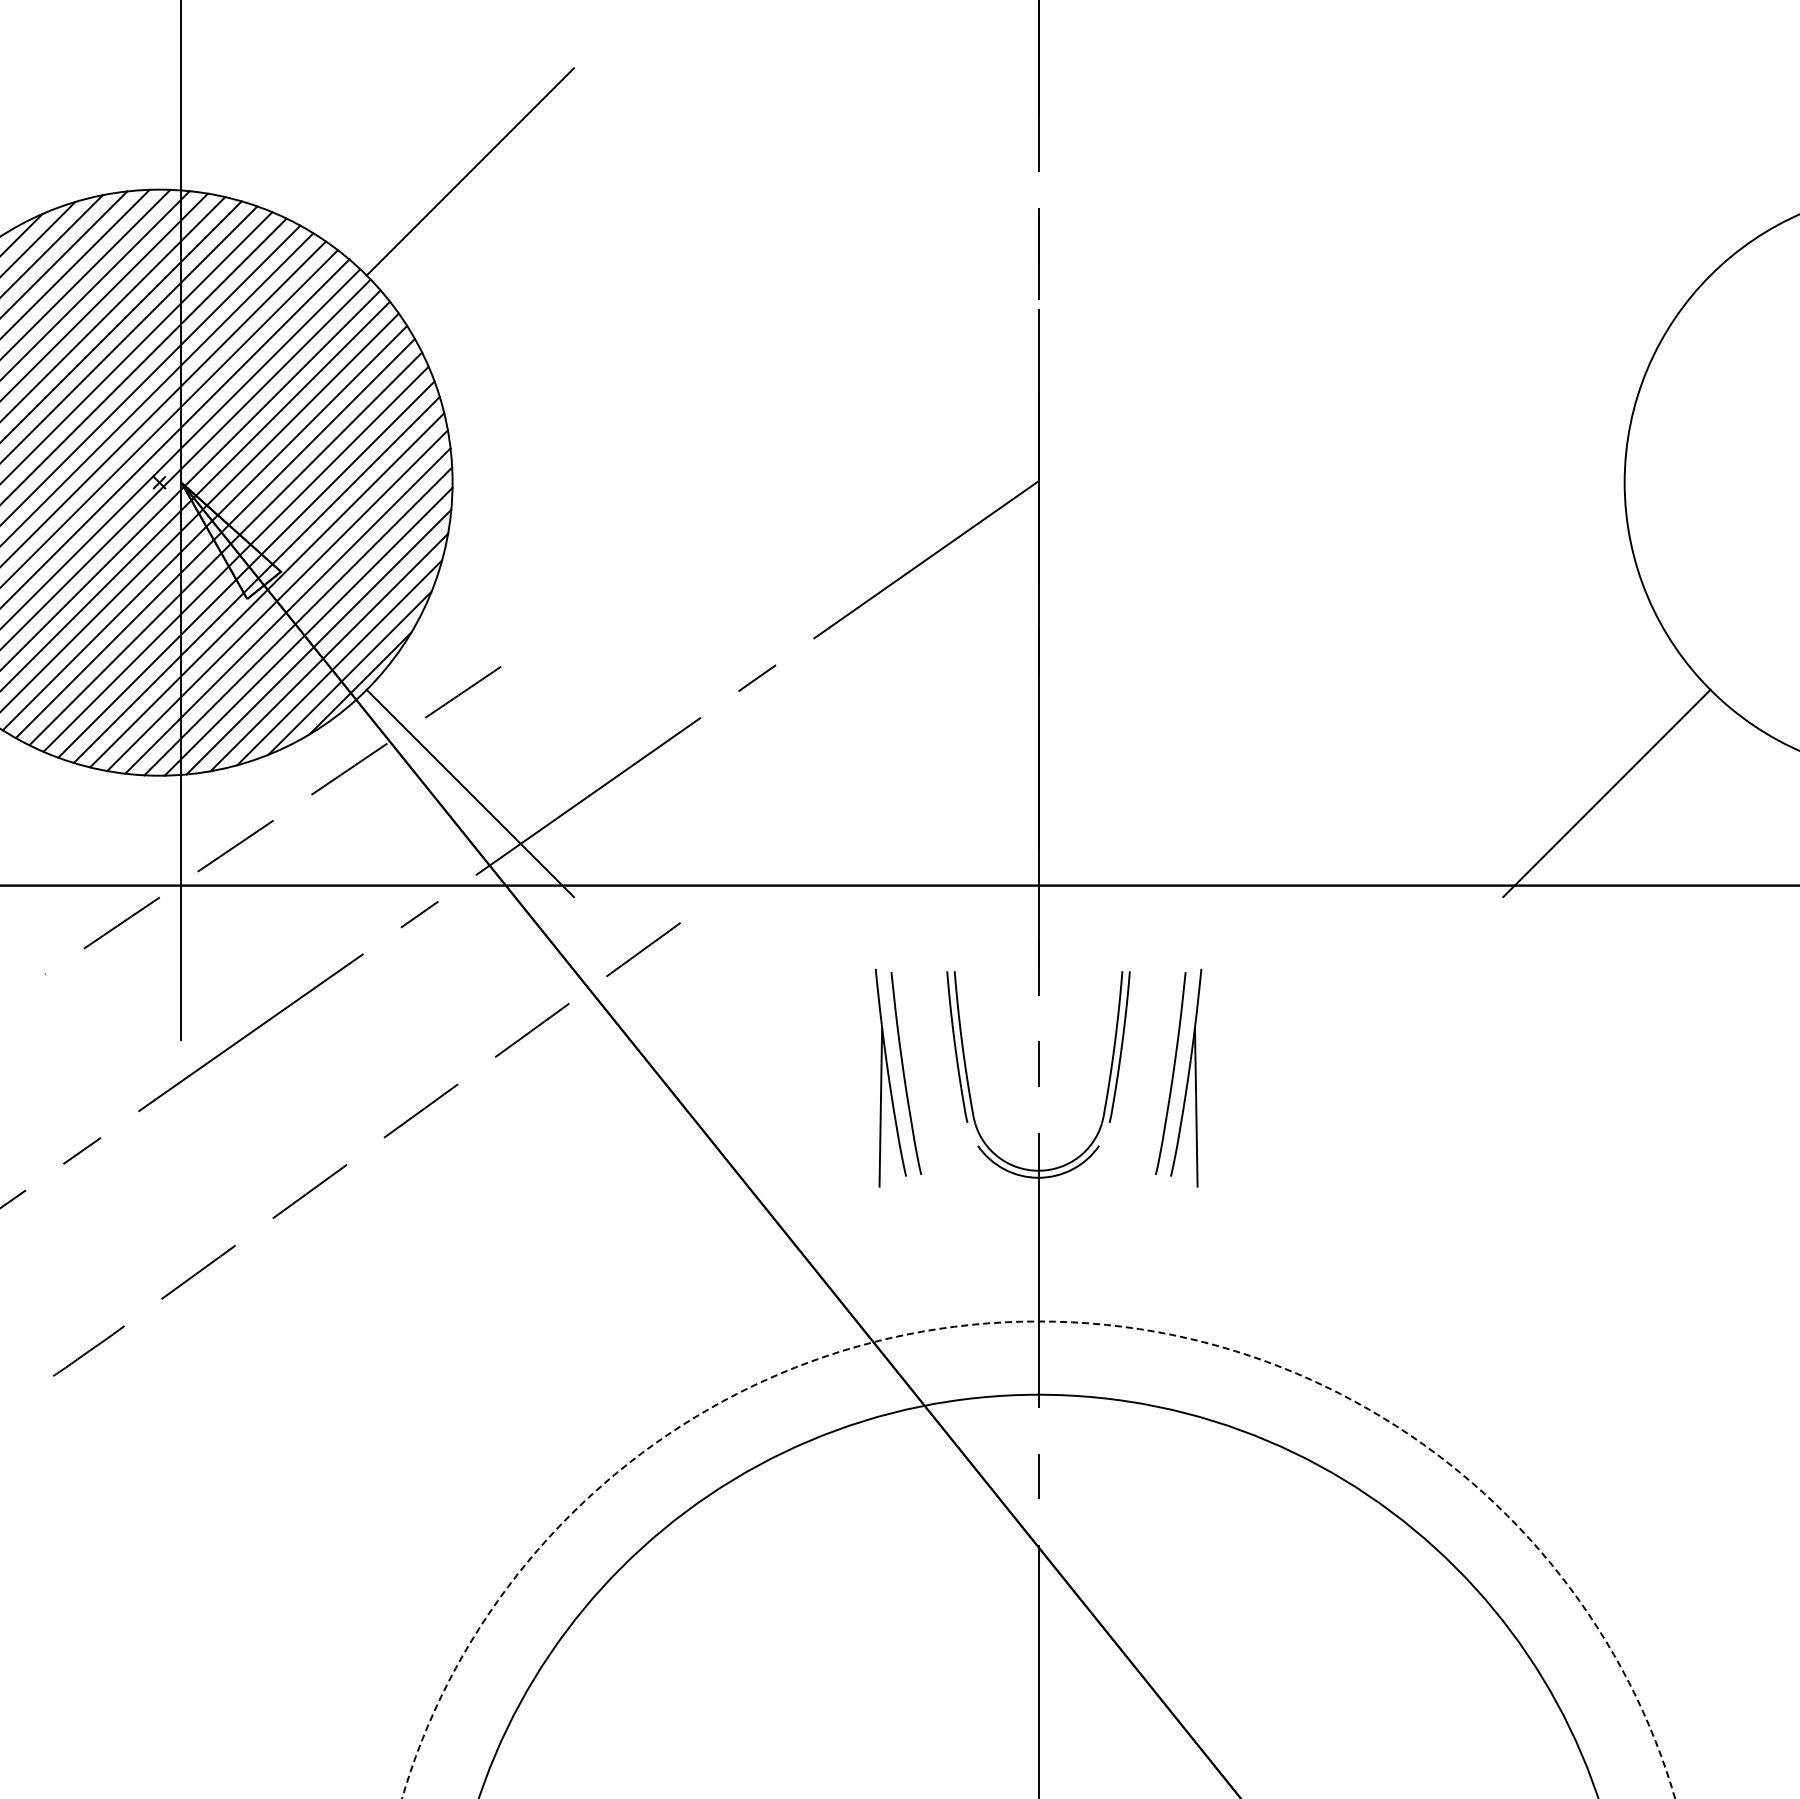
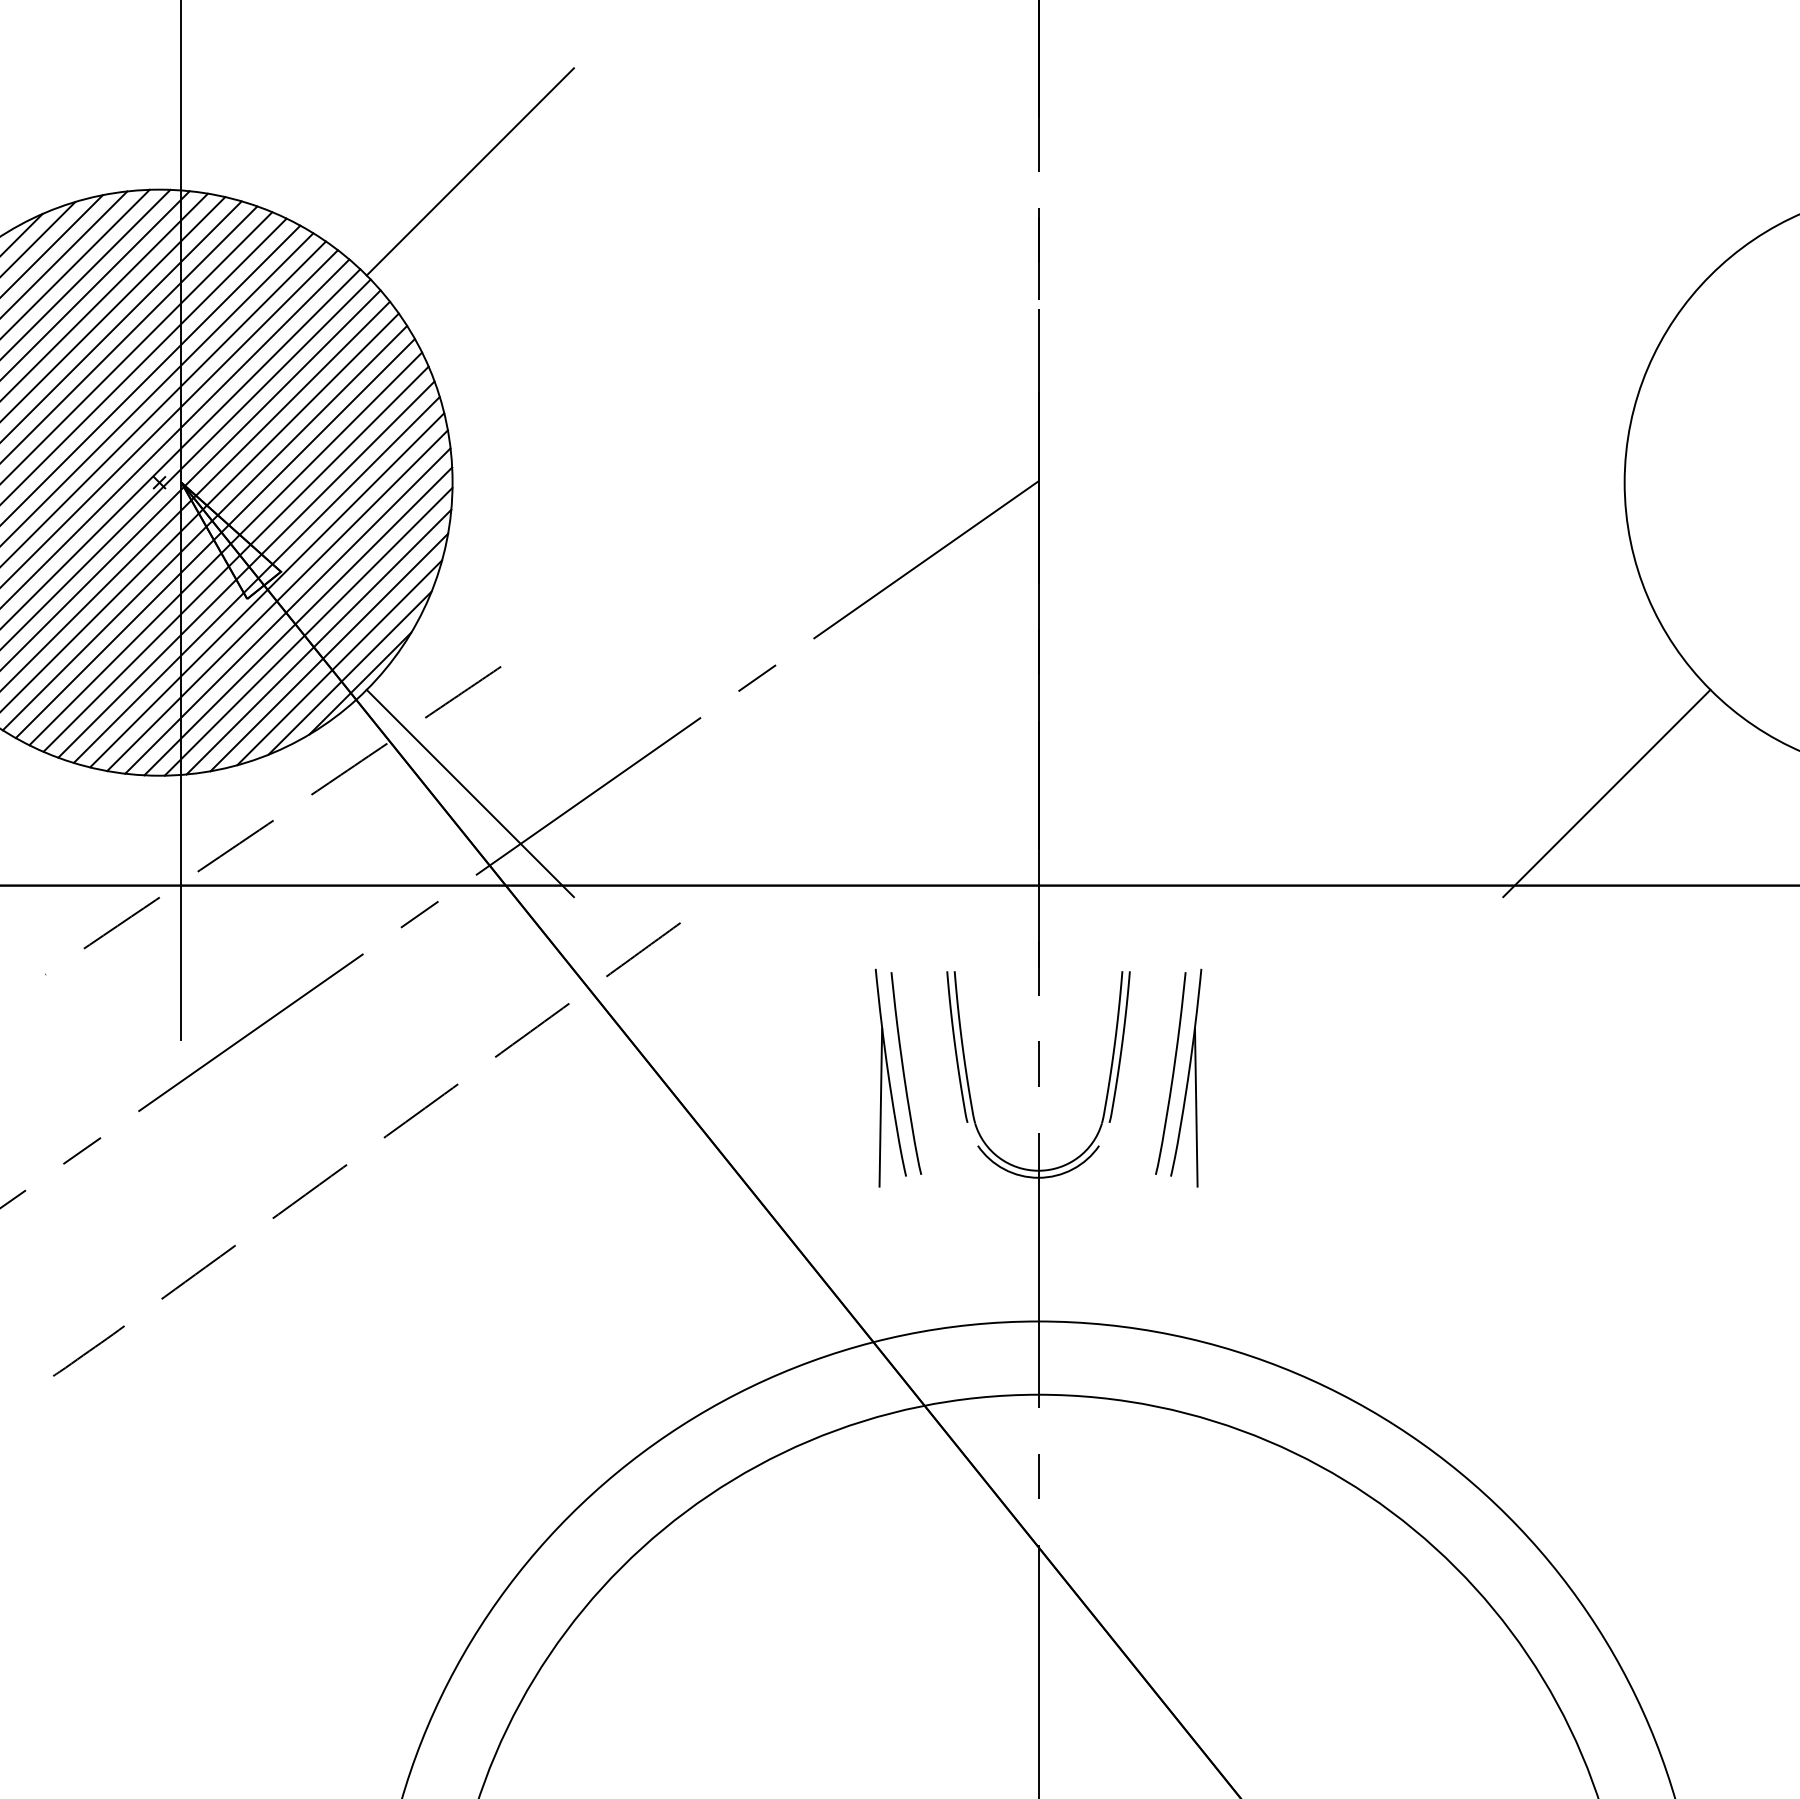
circle at (1038, 1559): dashed -> solid
